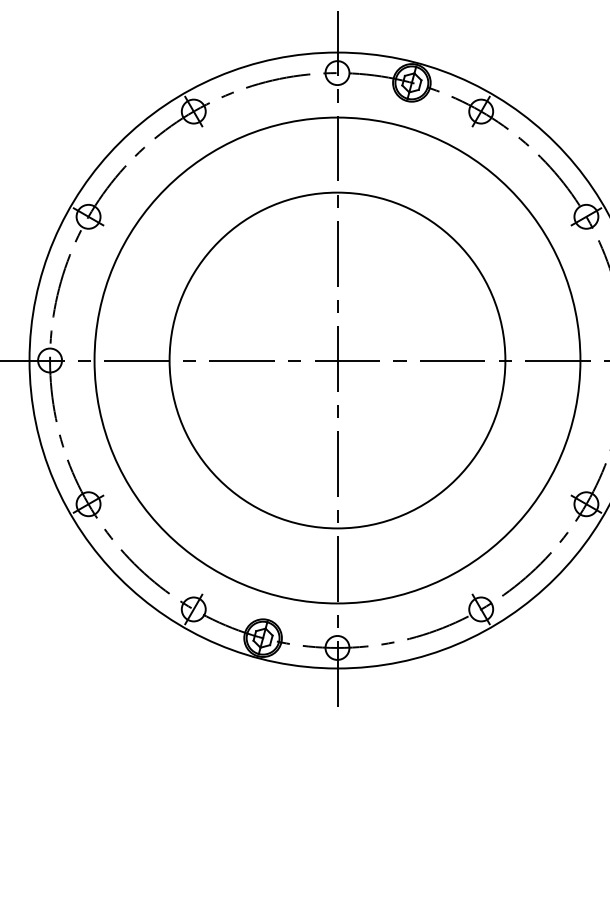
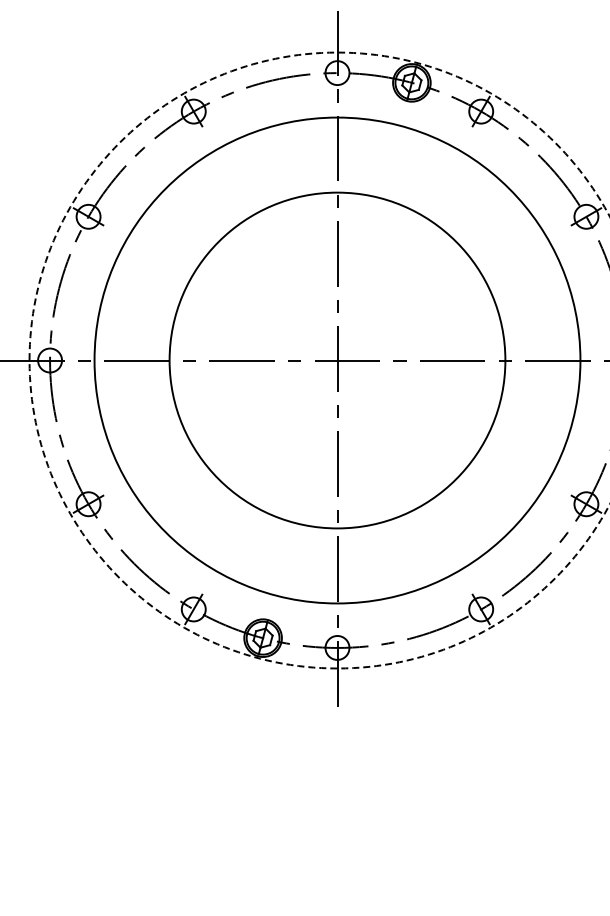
circle at (319, 360): solid -> dashed
